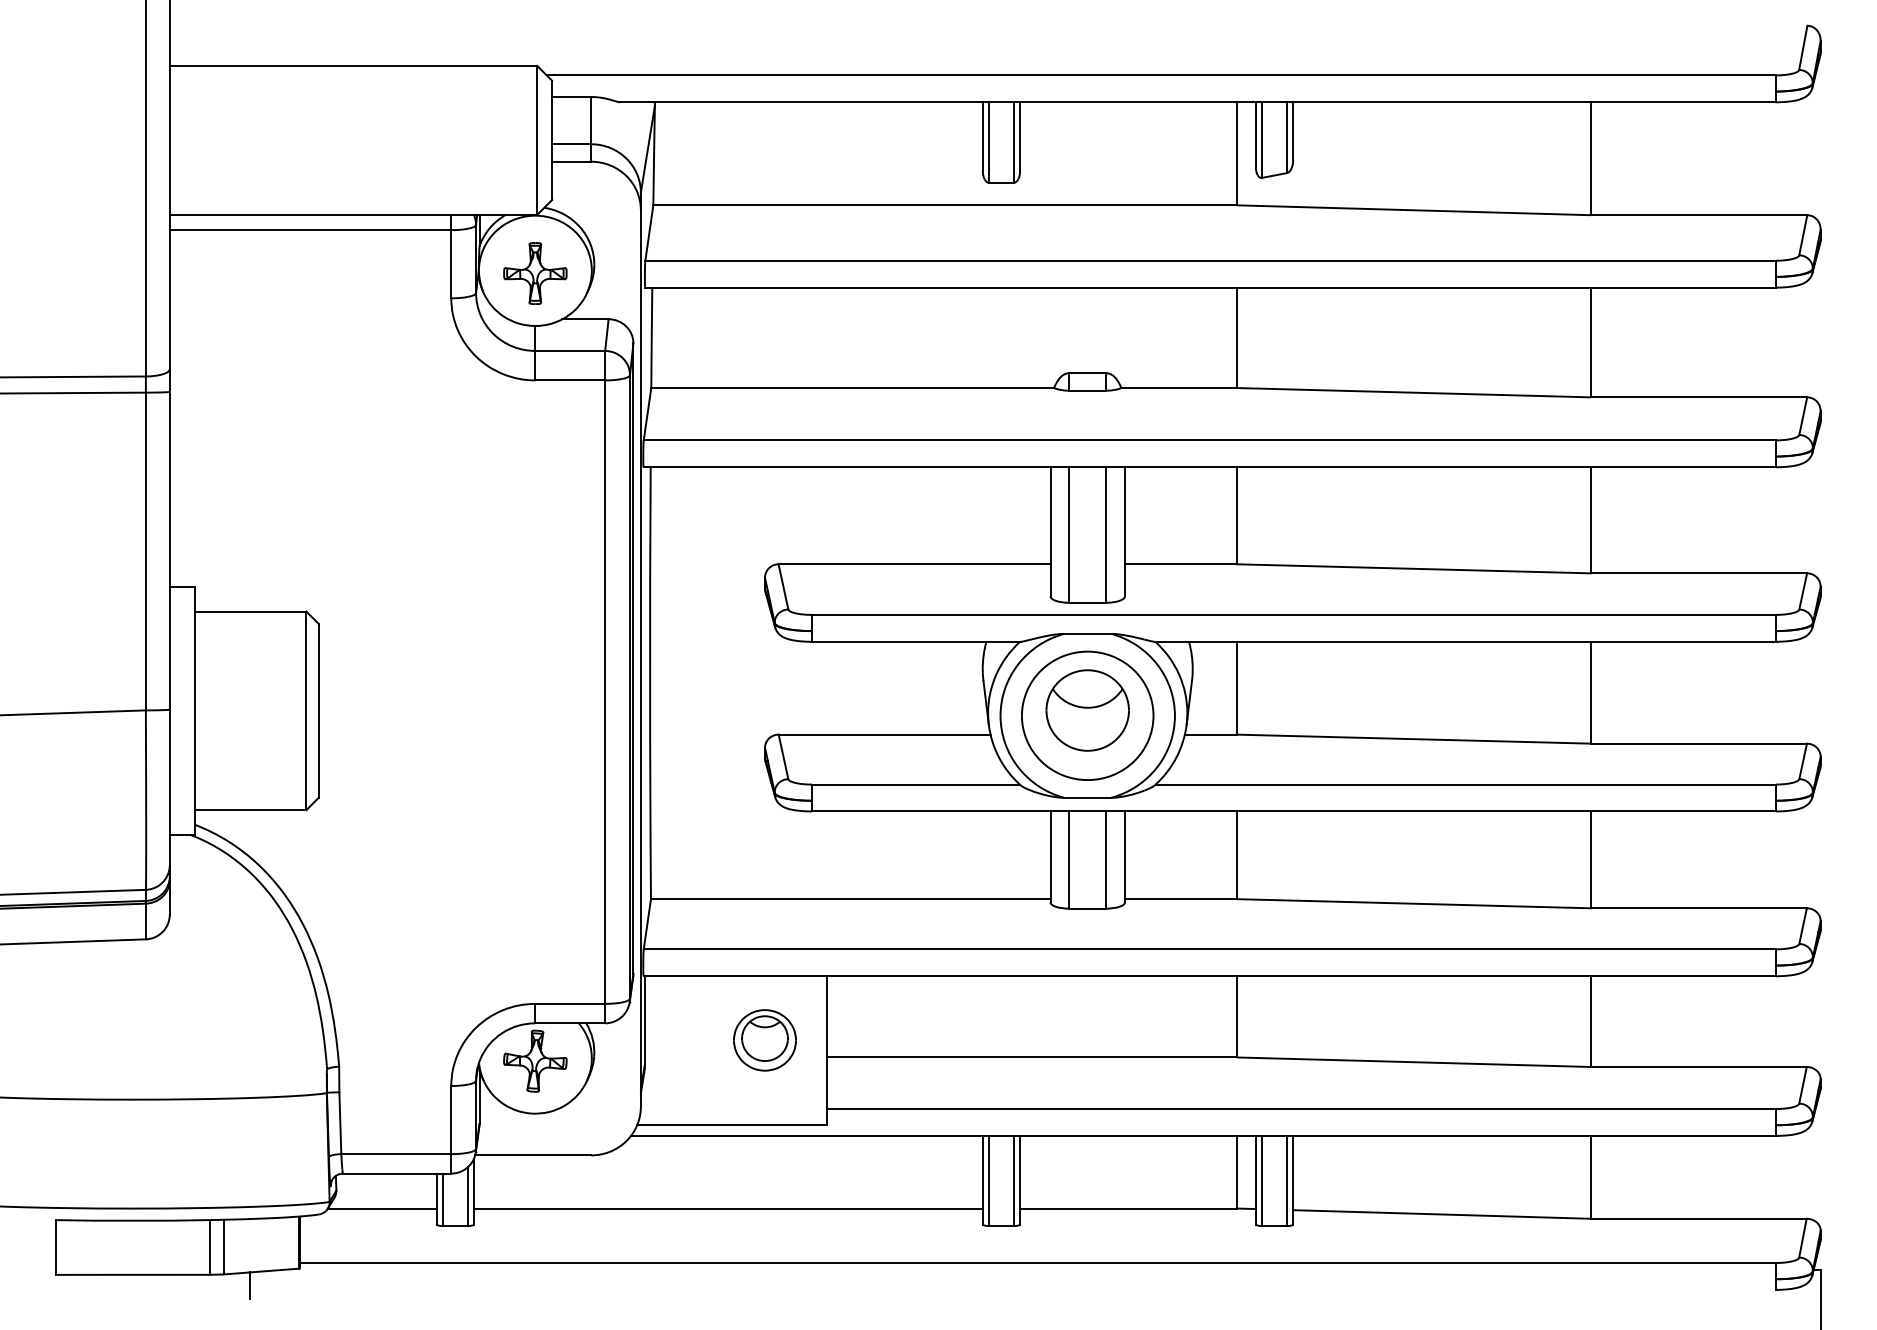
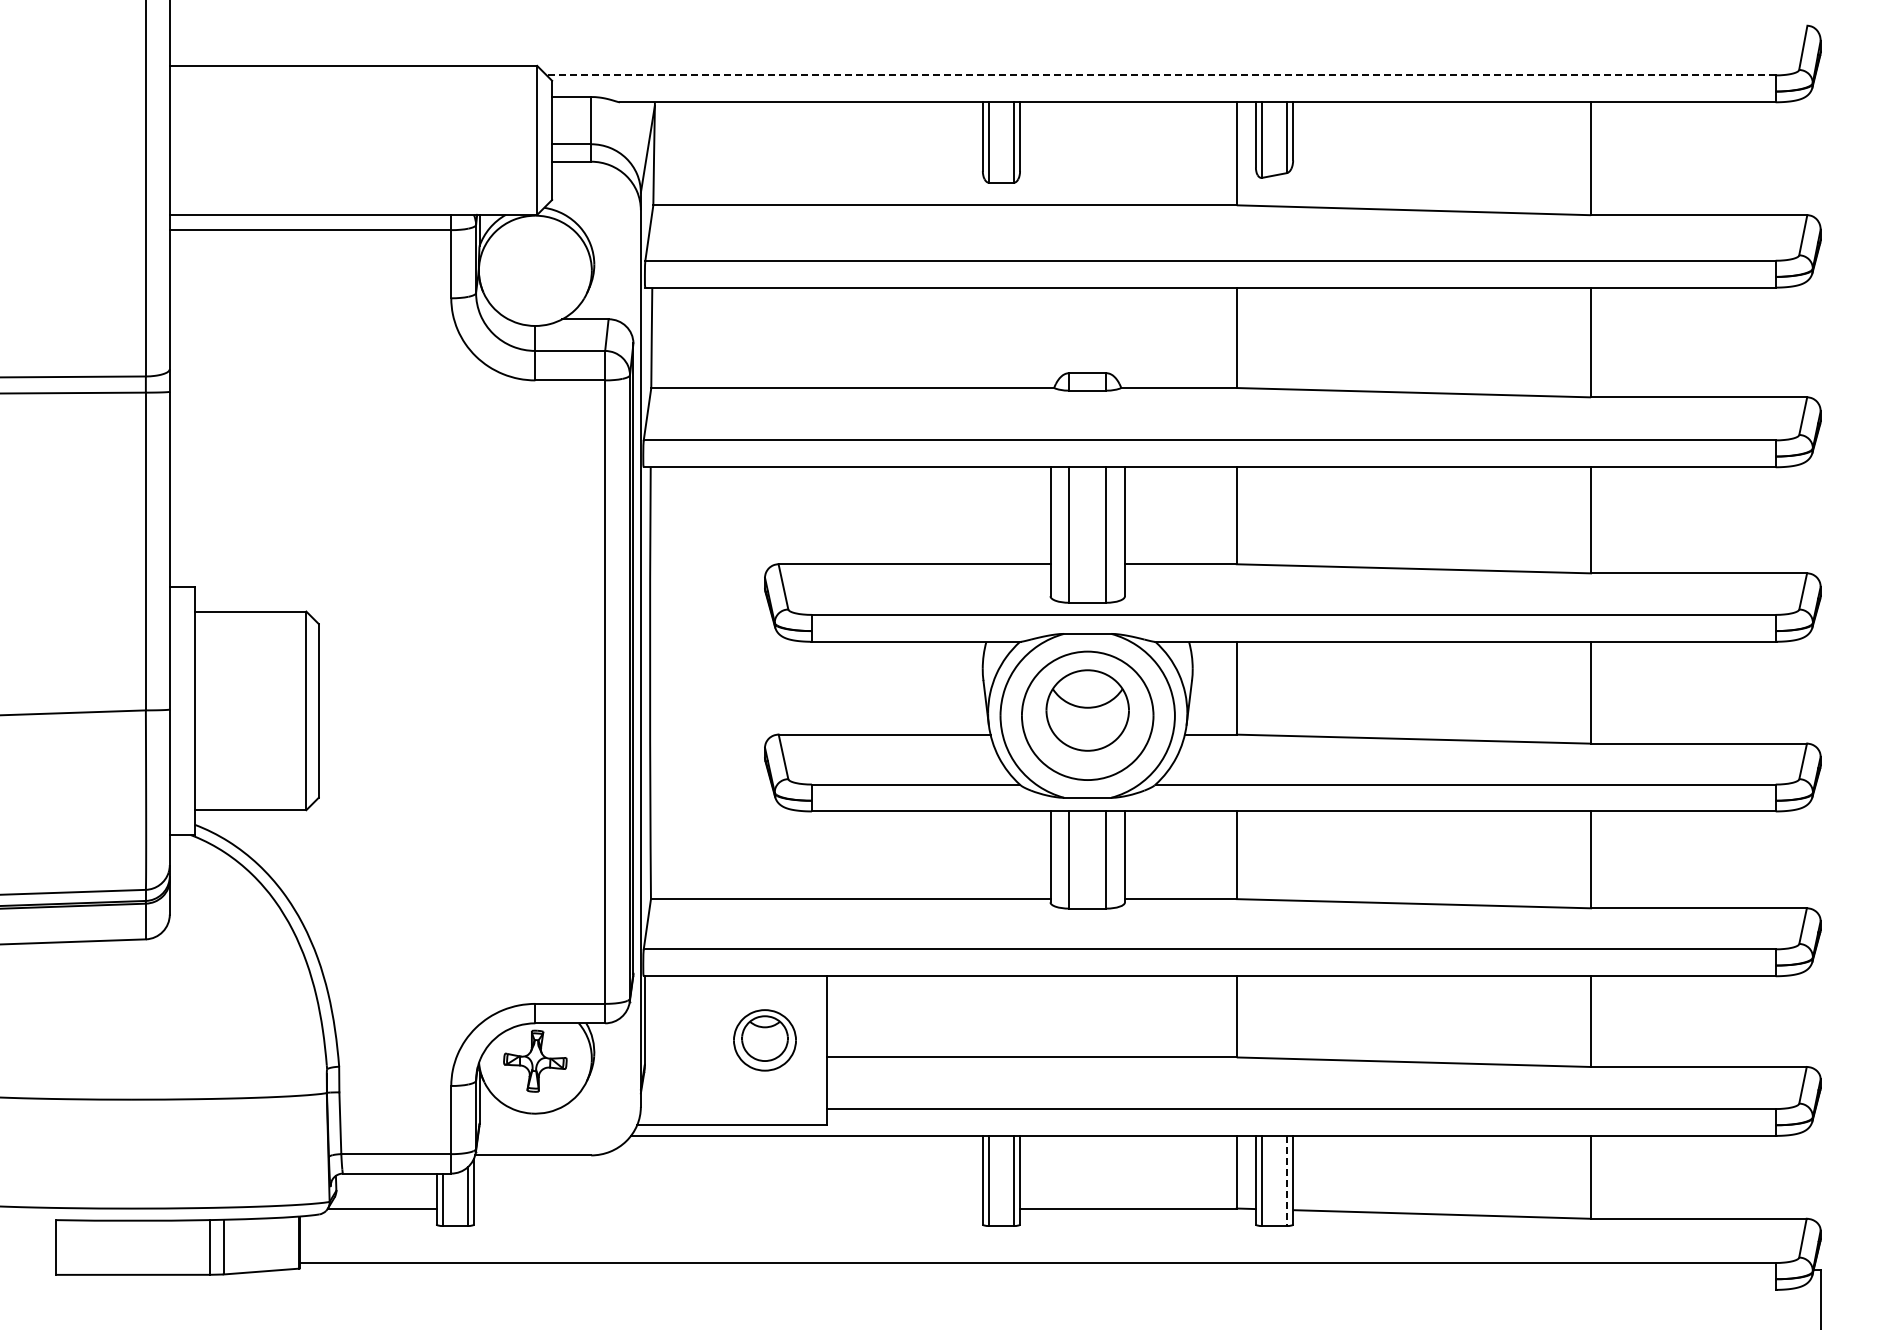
line at (1160, 75): solid -> dashed
part at (535, 273): present -> none
line at (1286, 1181): solid -> dashed
line at (727, 1208): present -> none
line at (249, 1285): present -> none
